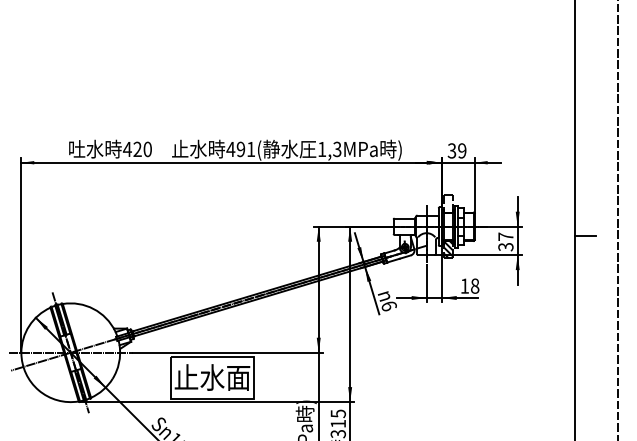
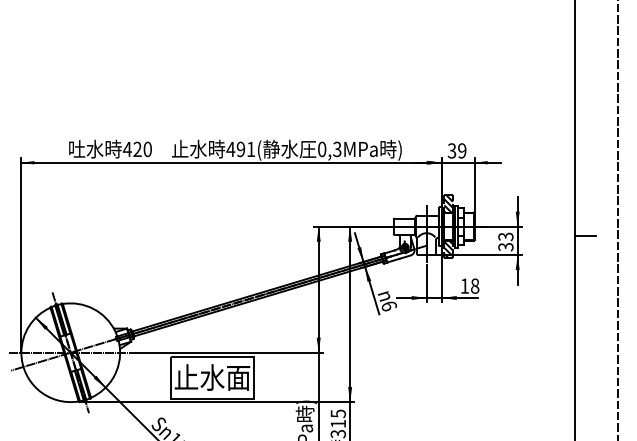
text at (322, 149): 1,3MPa -> 0,3MPa
hatch at (448, 203): none -> present
text at (505, 236): 37 -> 33
